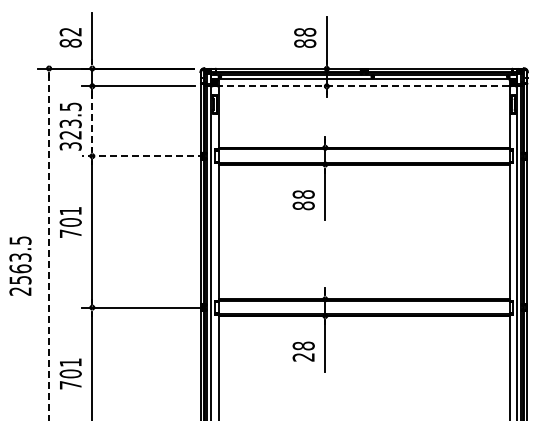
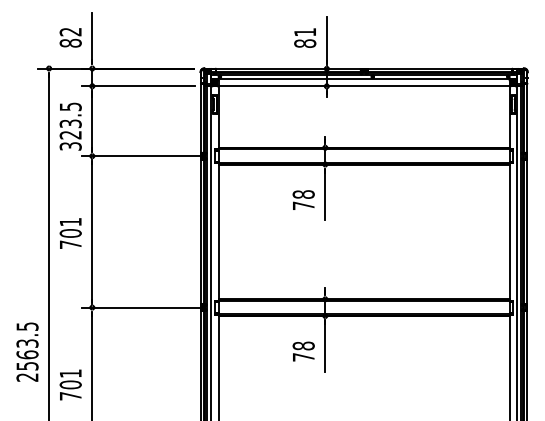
text at (305, 32): 88 -> 81
line at (364, 86): dashed -> solid
line at (92, 121): dashed -> solid
line at (143, 156): dashed -> solid
text at (303, 205): 88 -> 78
text at (70, 222) position: (70, 222) -> (70, 233)
line at (49, 247): dashed -> solid
text at (20, 265) position: (20, 265) -> (27, 351)
text at (303, 357): 28 -> 78
text at (70, 373) position: (70, 373) -> (70, 384)
